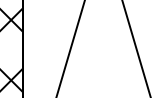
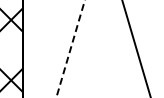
line at (70, 48): solid -> dashed
